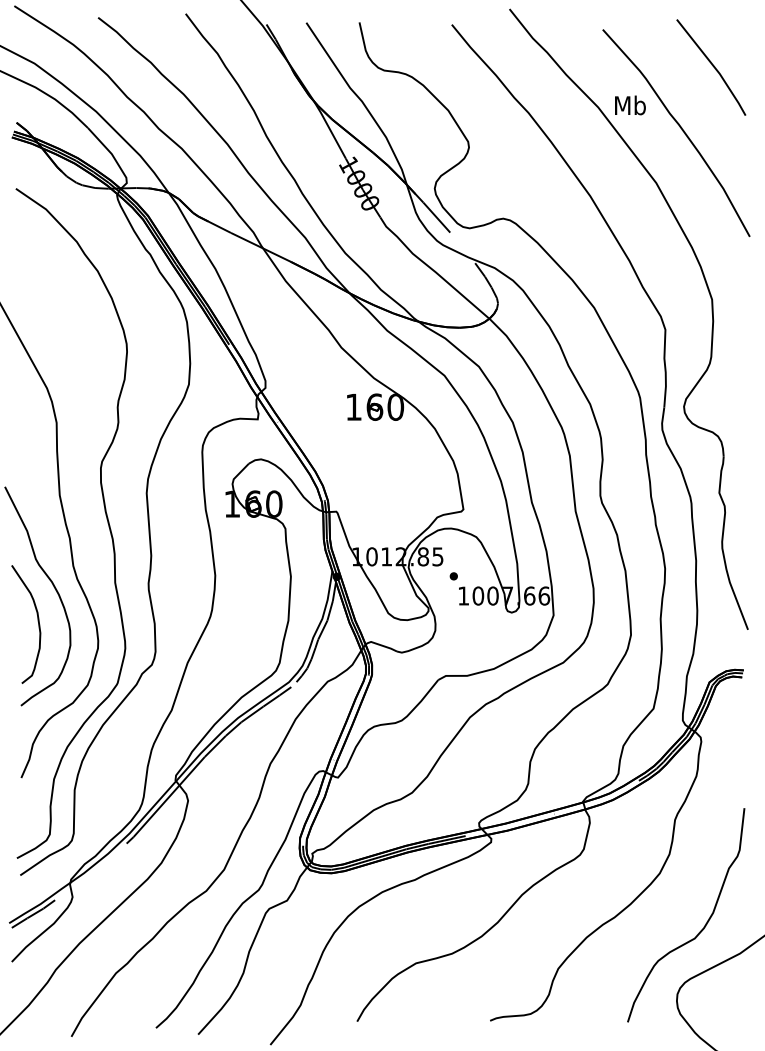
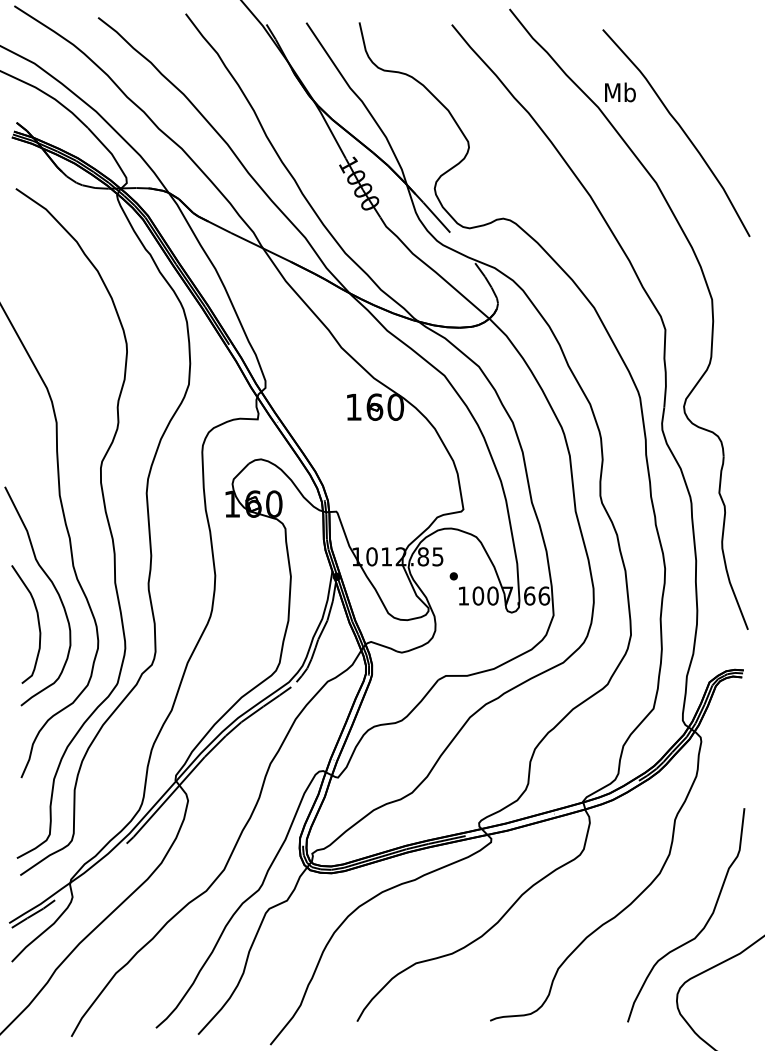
line at (712, 66): present -> none
text at (630, 105) position: (630, 105) -> (620, 92)
